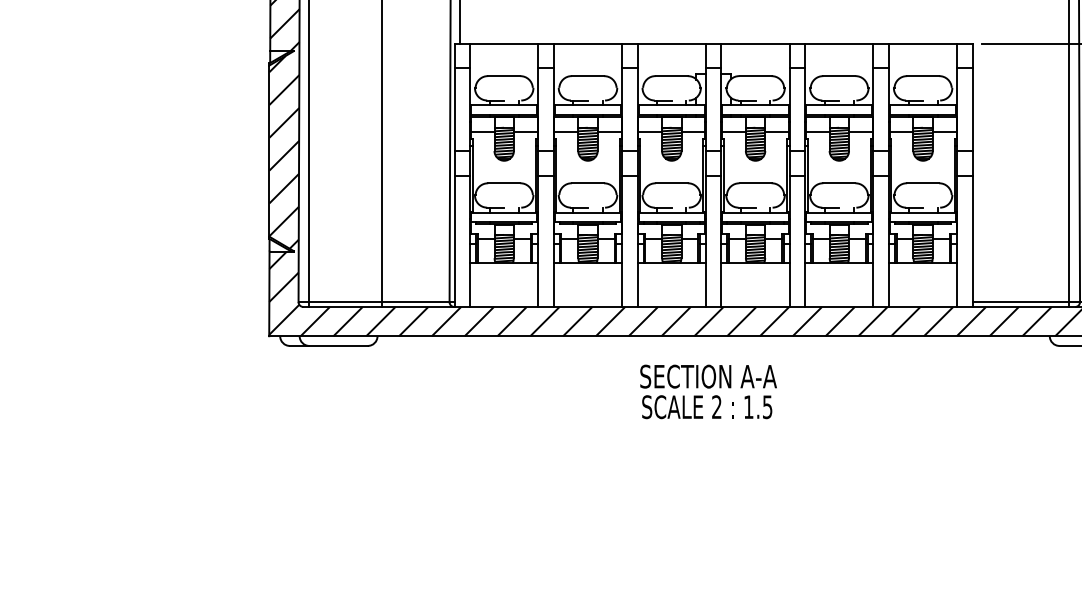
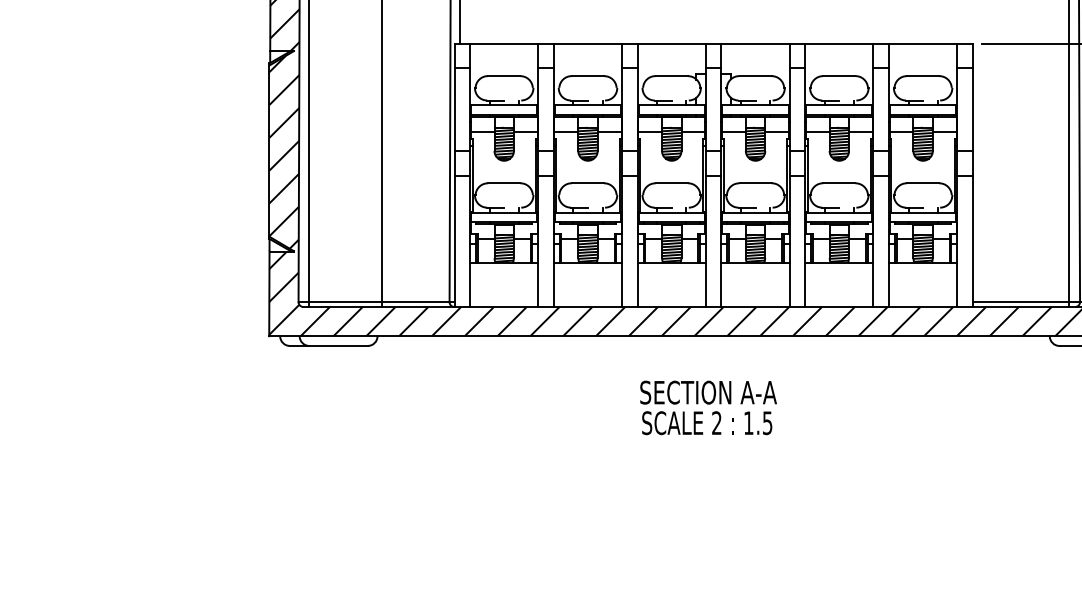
text at (708, 391) position: (708, 391) -> (708, 407)
